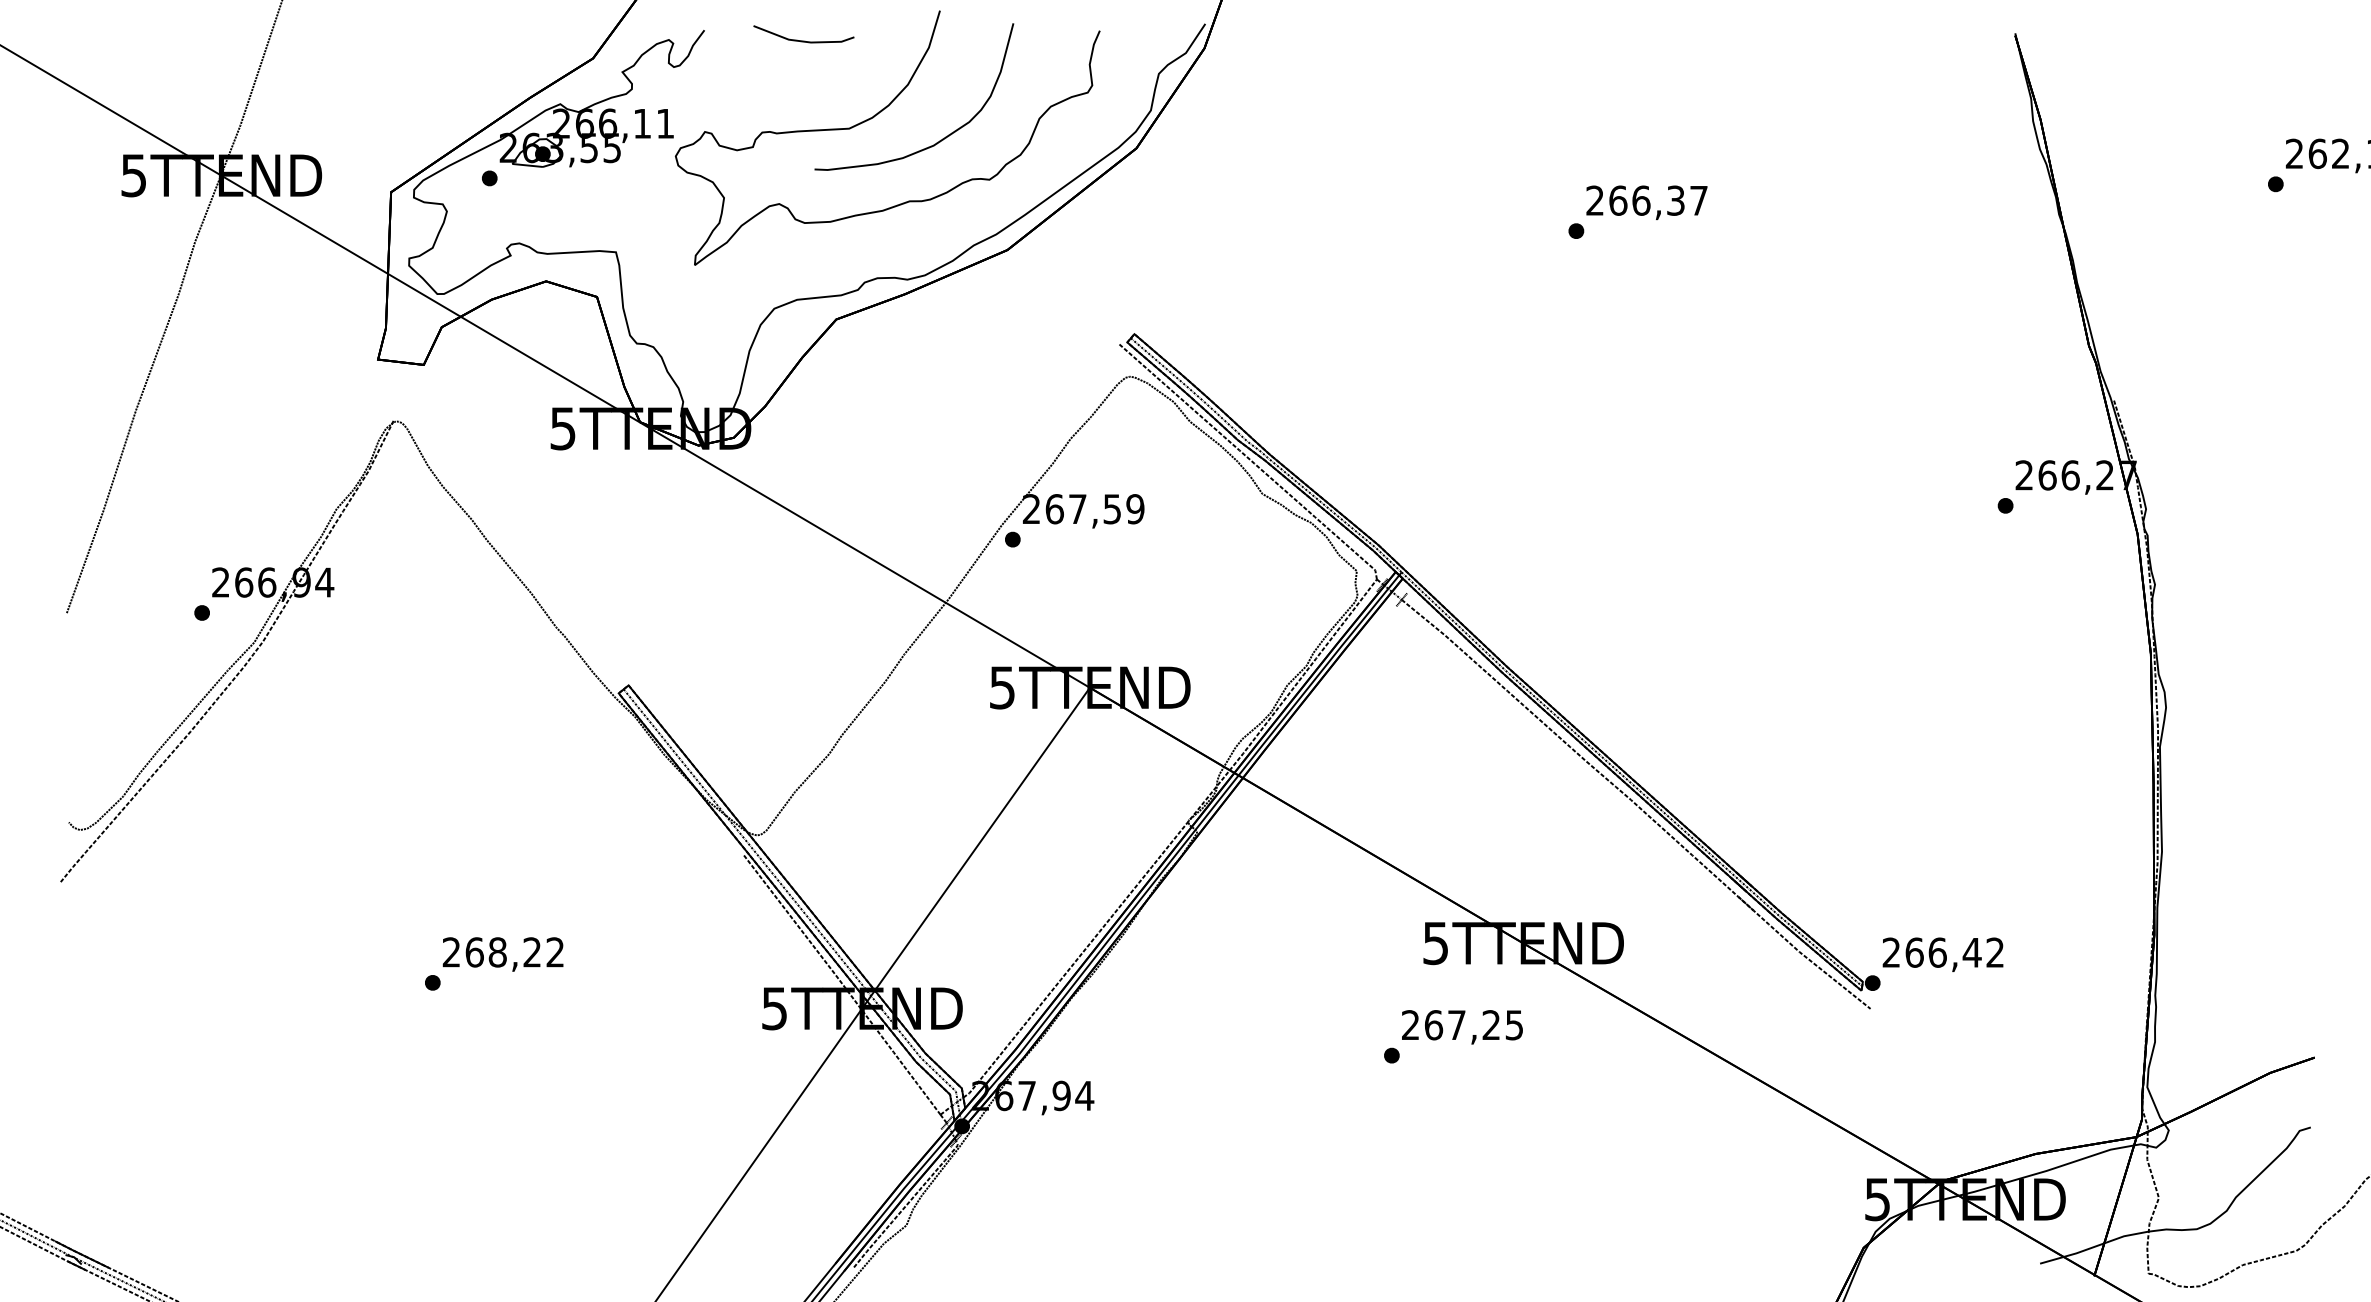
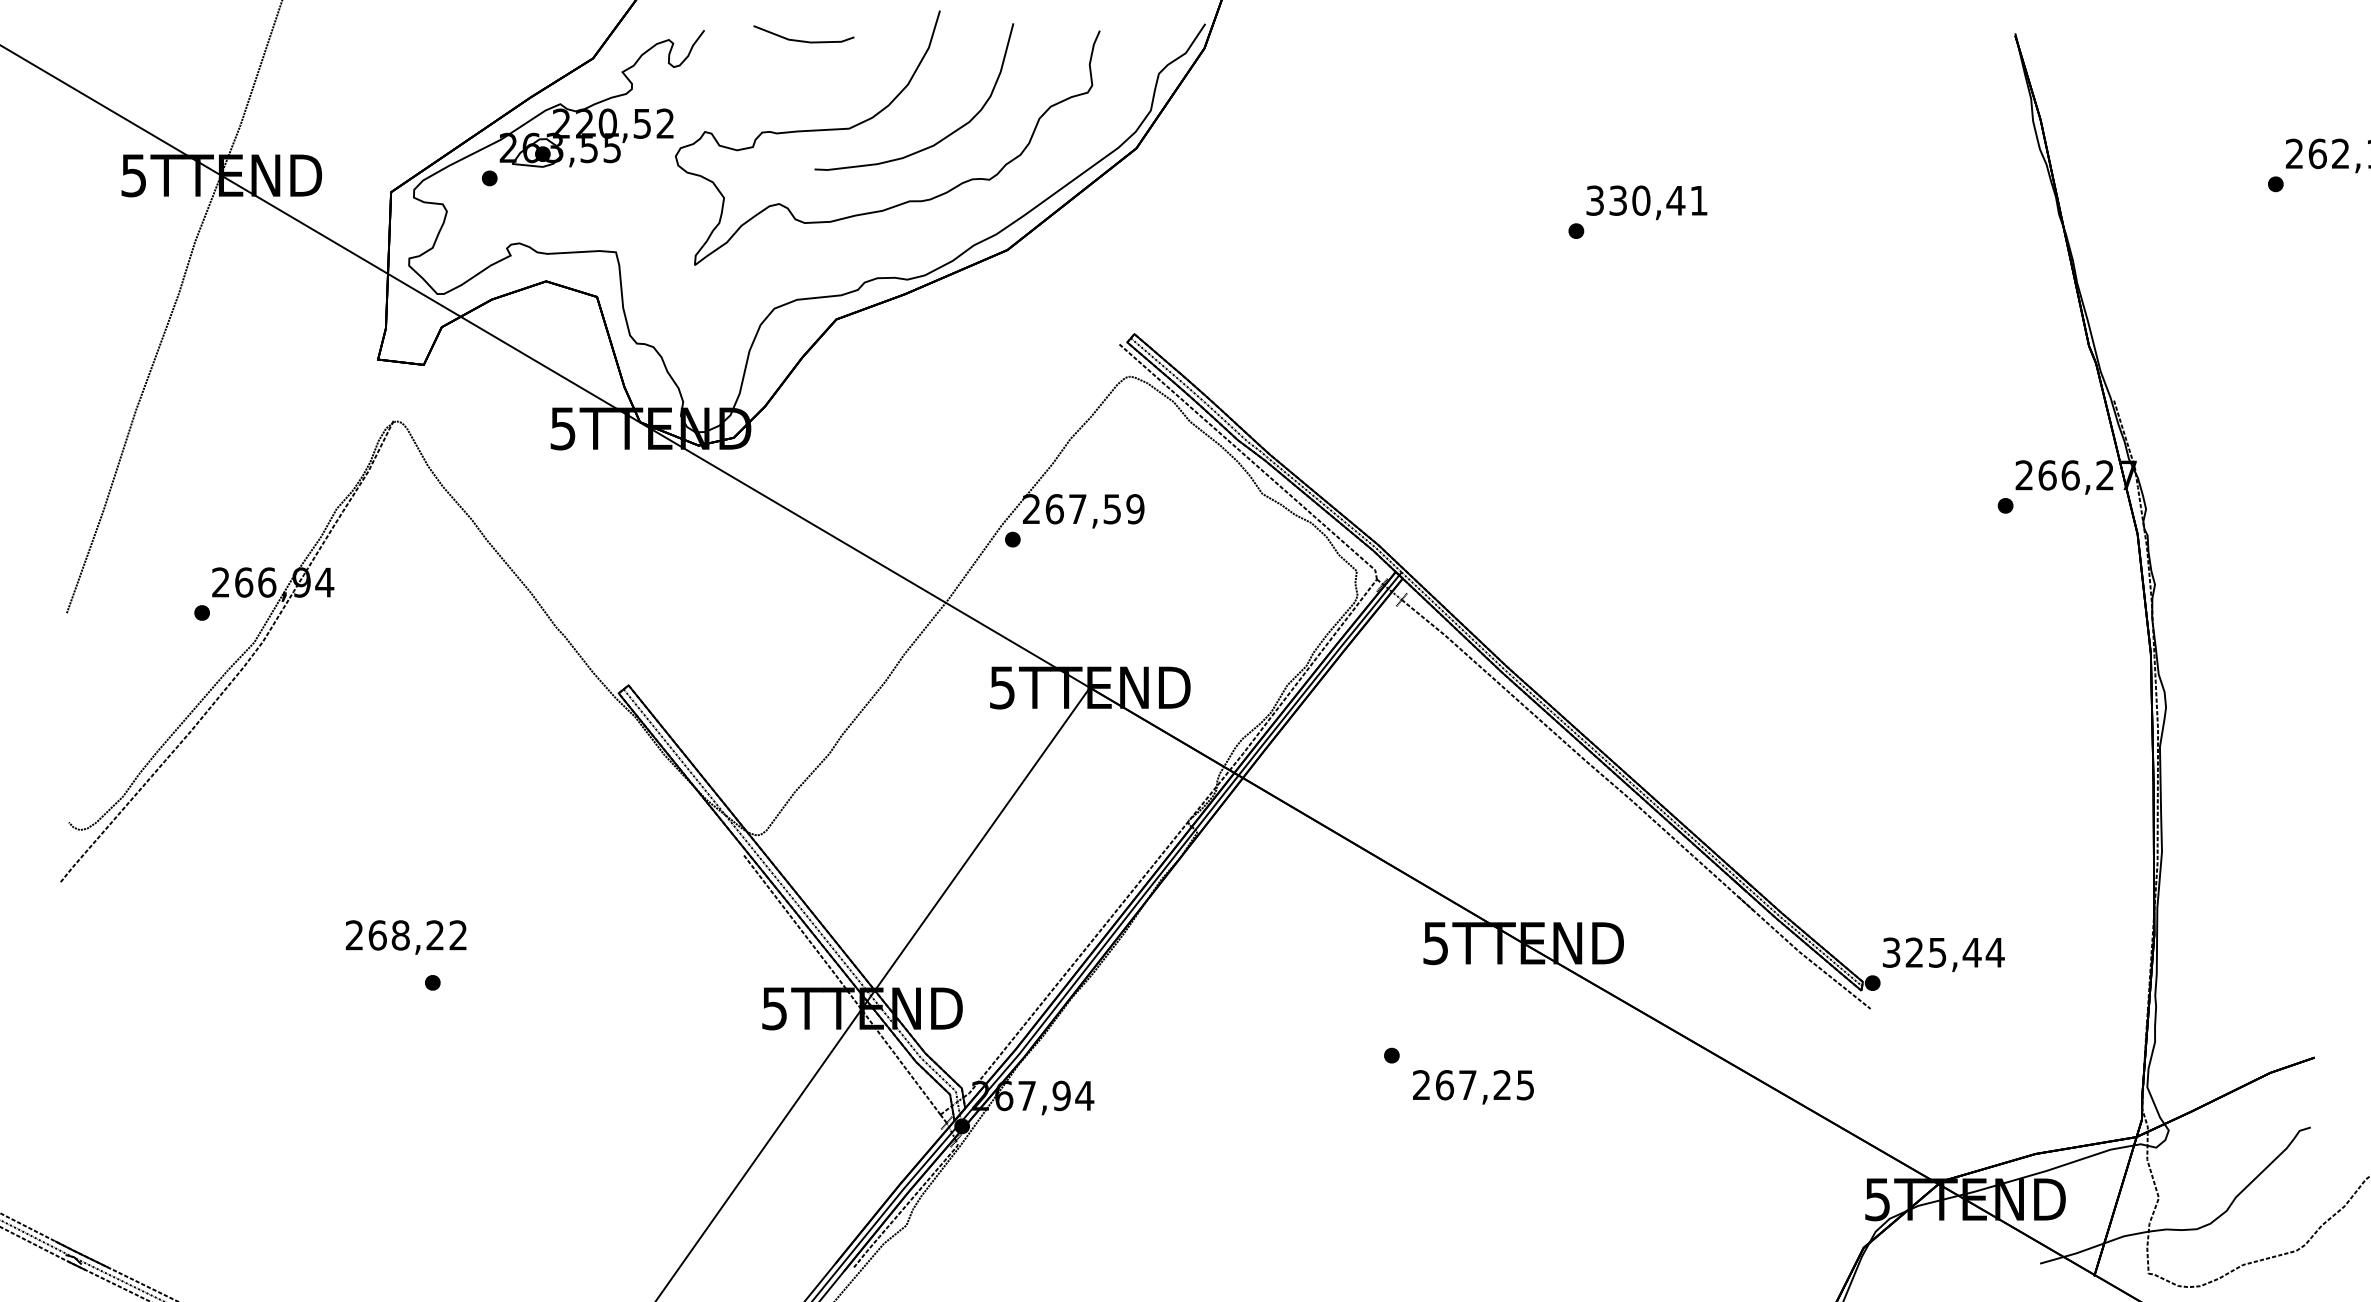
text at (624, 123): 266,11 -> 220,52
text at (1646, 200): 266,37 -> 330,41
text at (1943, 952): 266,42 -> 325,44
text at (502, 954) position: (502, 954) -> (405, 937)
text at (1462, 1027) position: (1462, 1027) -> (1473, 1087)
